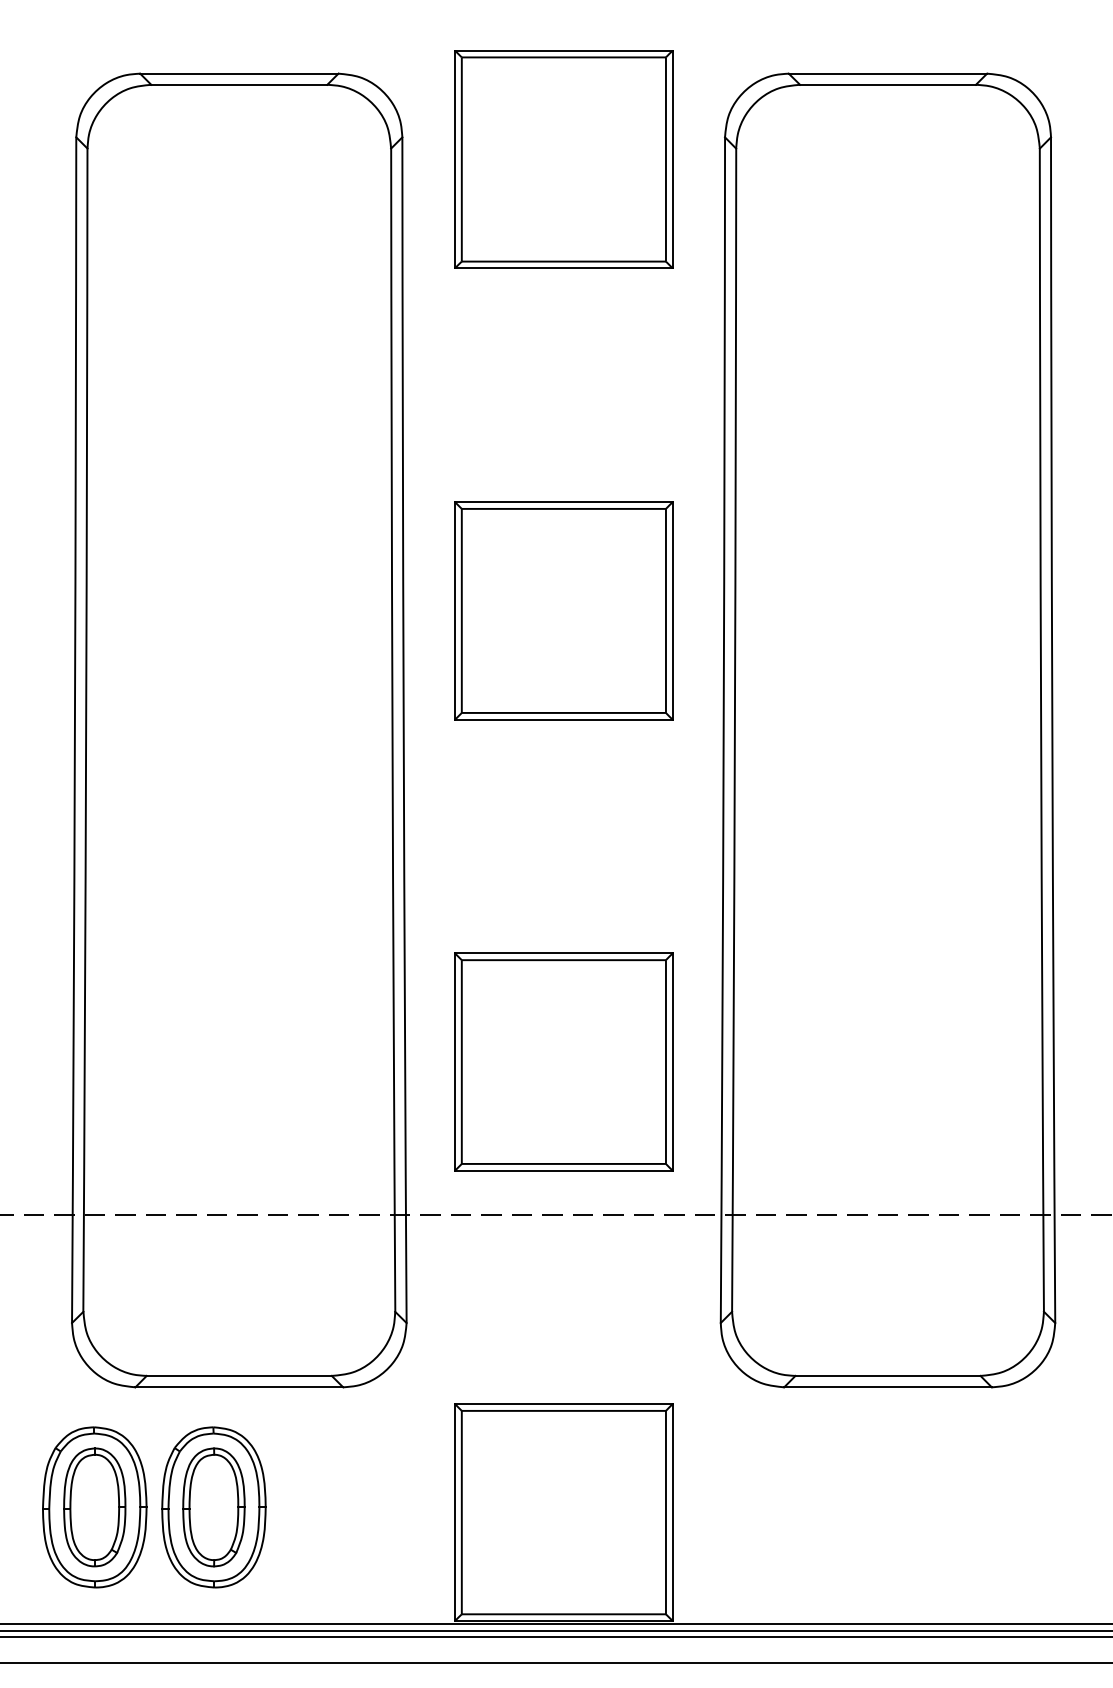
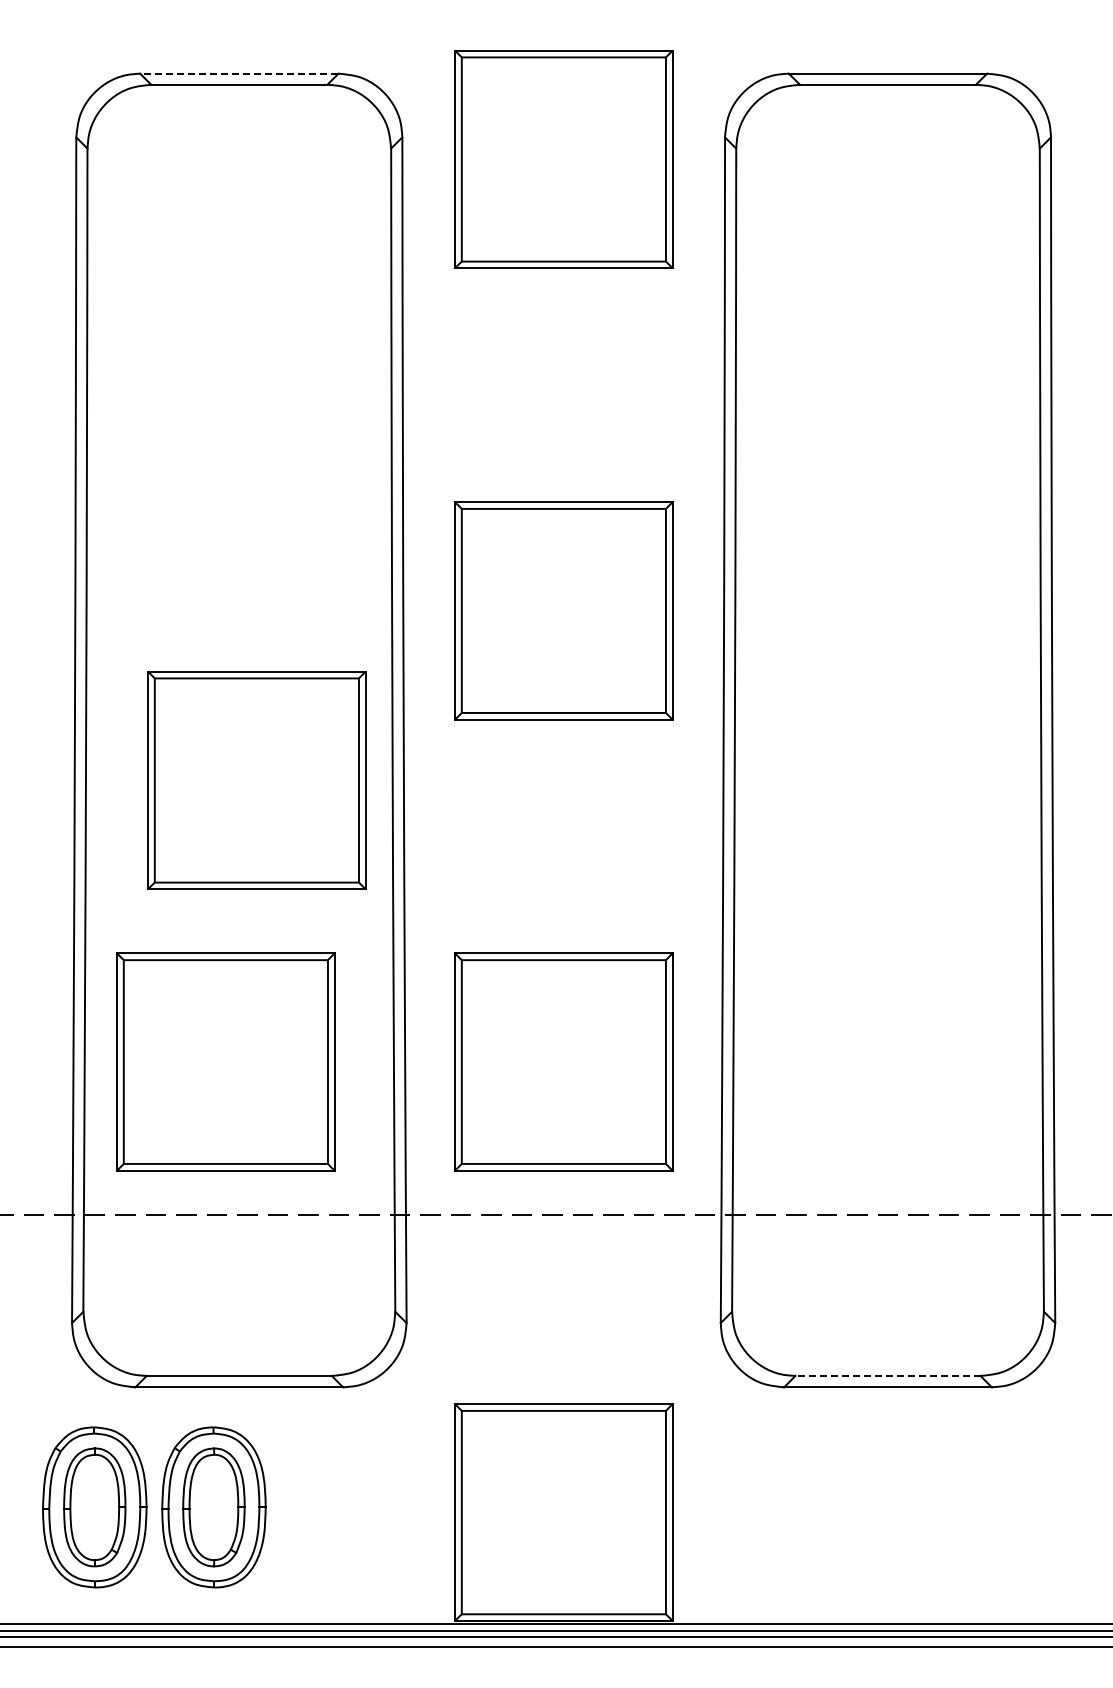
line at (238, 73): solid -> dashed
part at (256, 780): none -> present
part at (225, 1061): none -> present
line at (888, 1375): solid -> dashed
line at (555, 1662) position: (555, 1662) -> (555, 1646)
